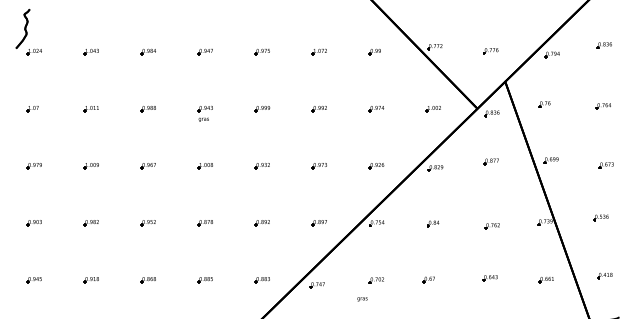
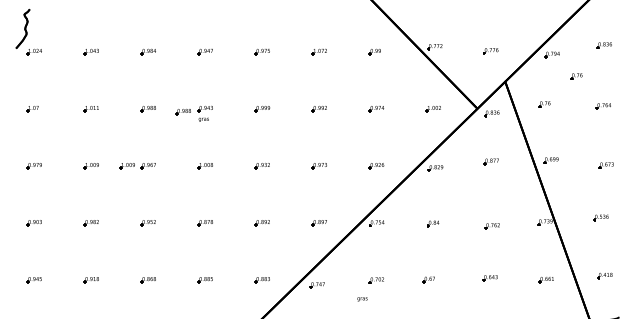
part at (576, 76): none -> present
part at (182, 112): none -> present
part at (126, 166): none -> present
